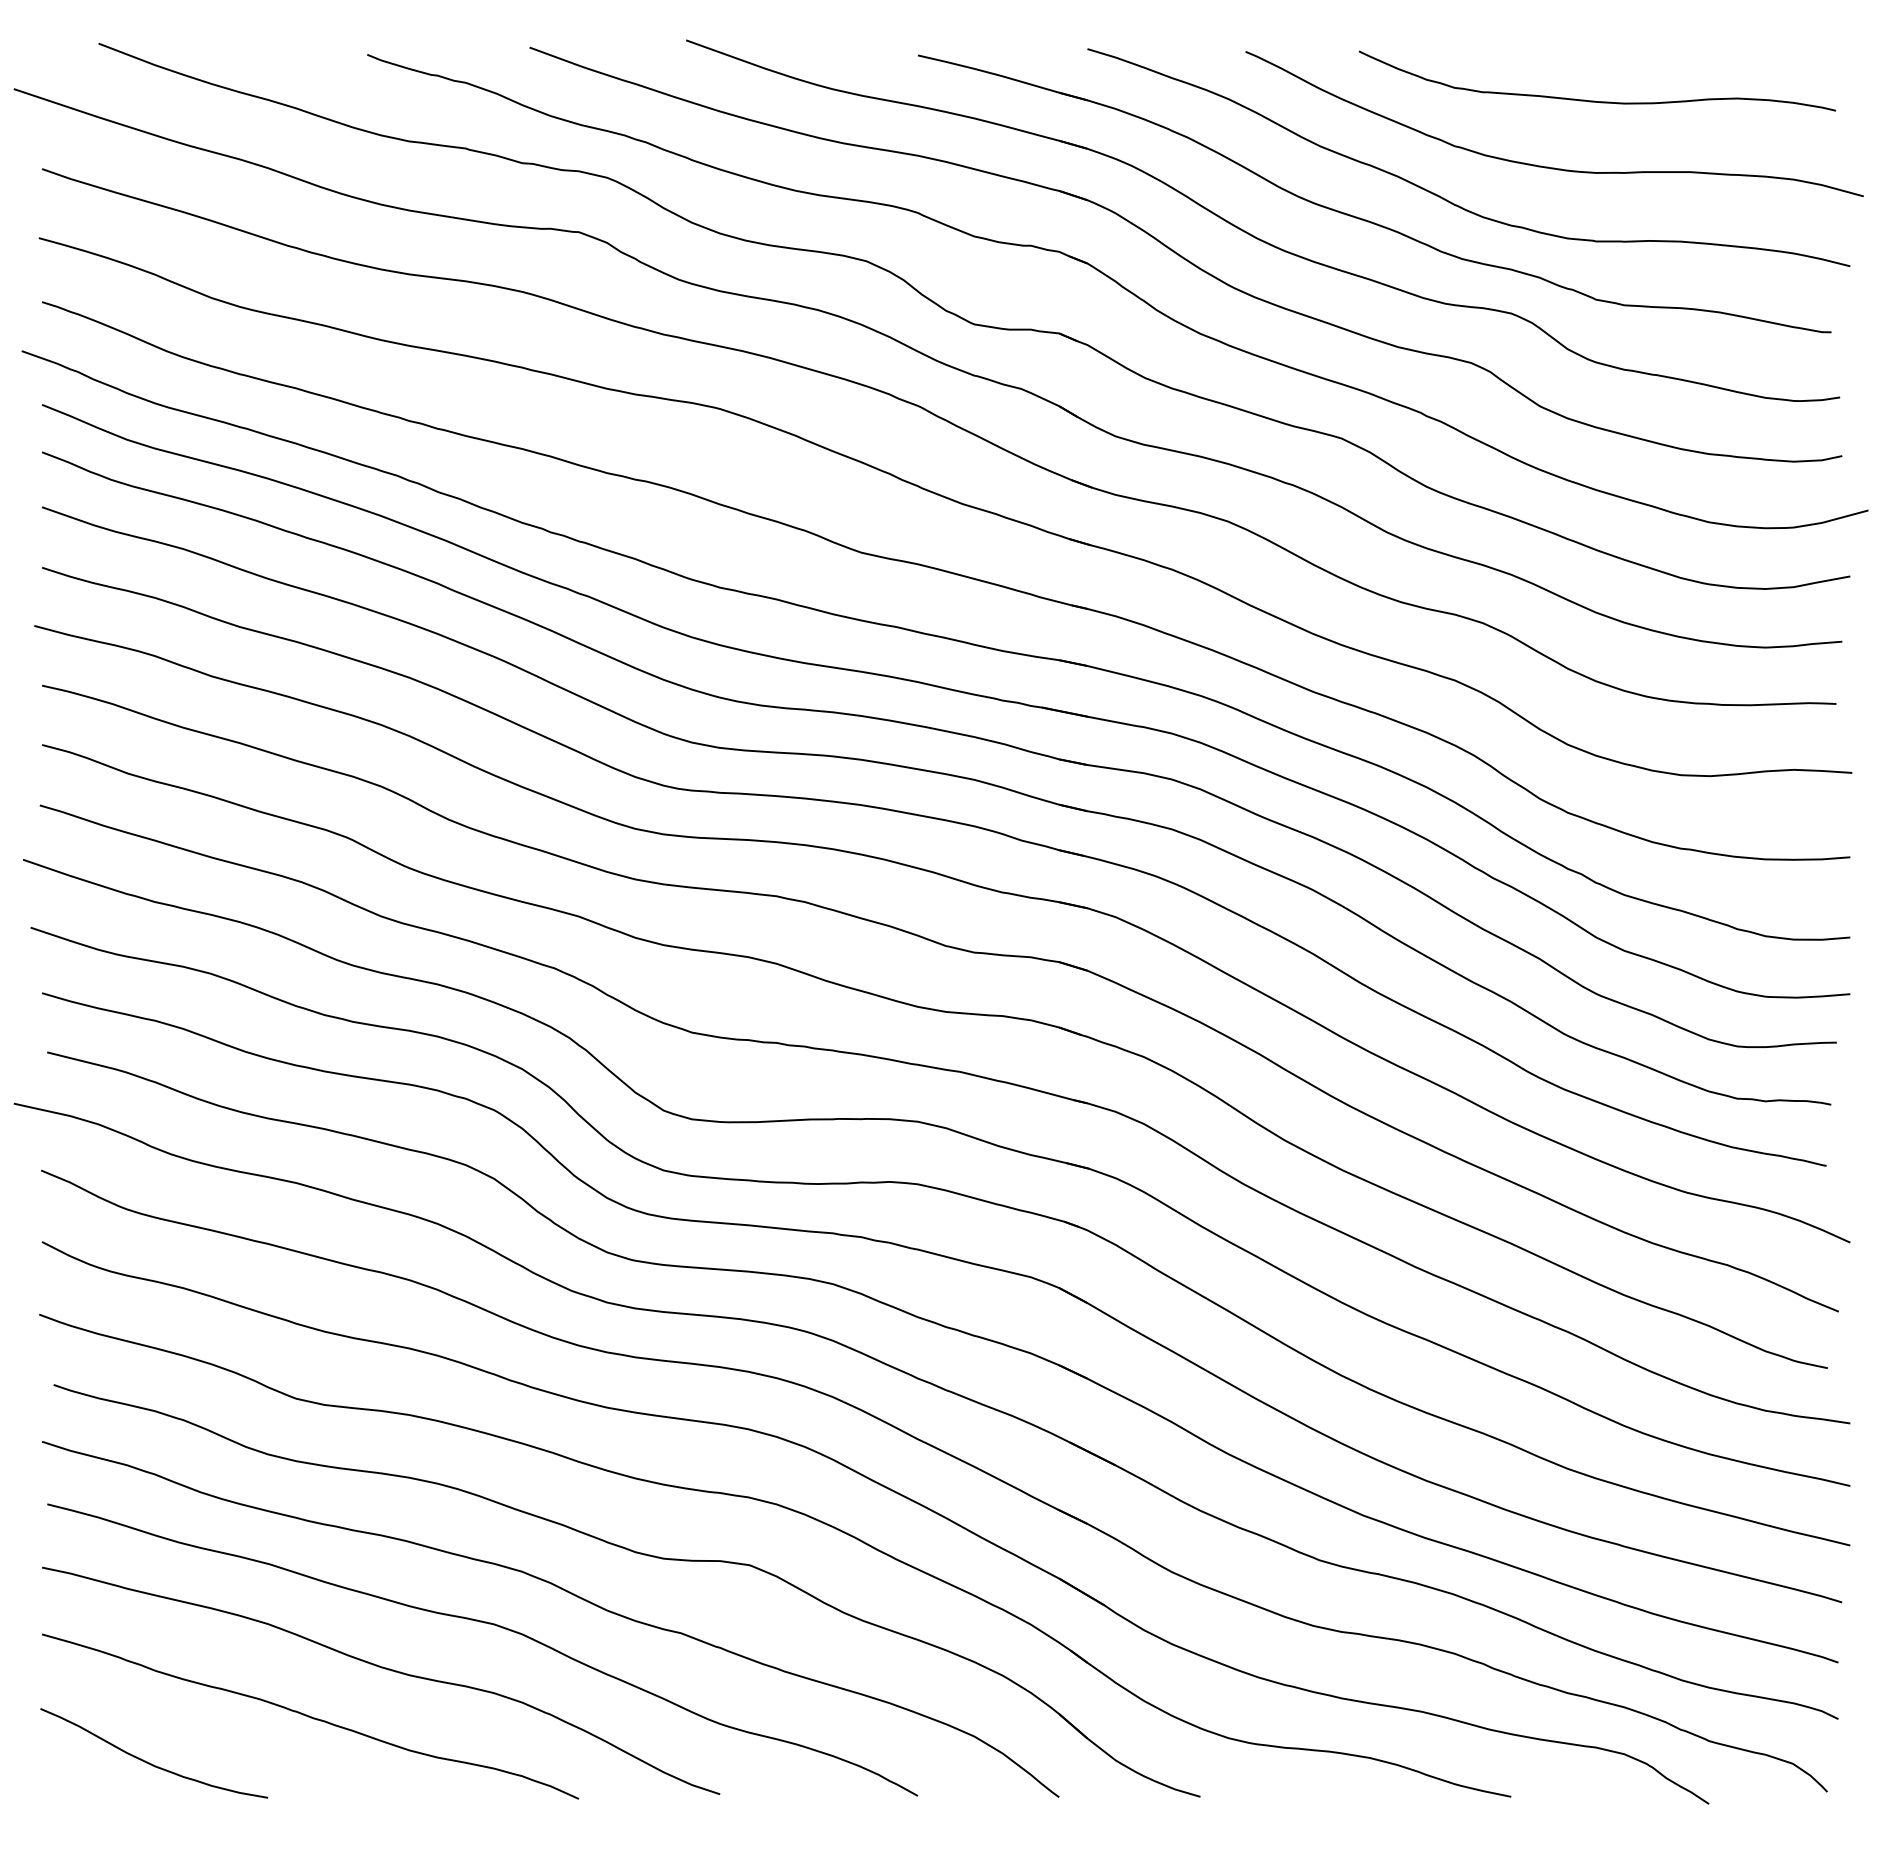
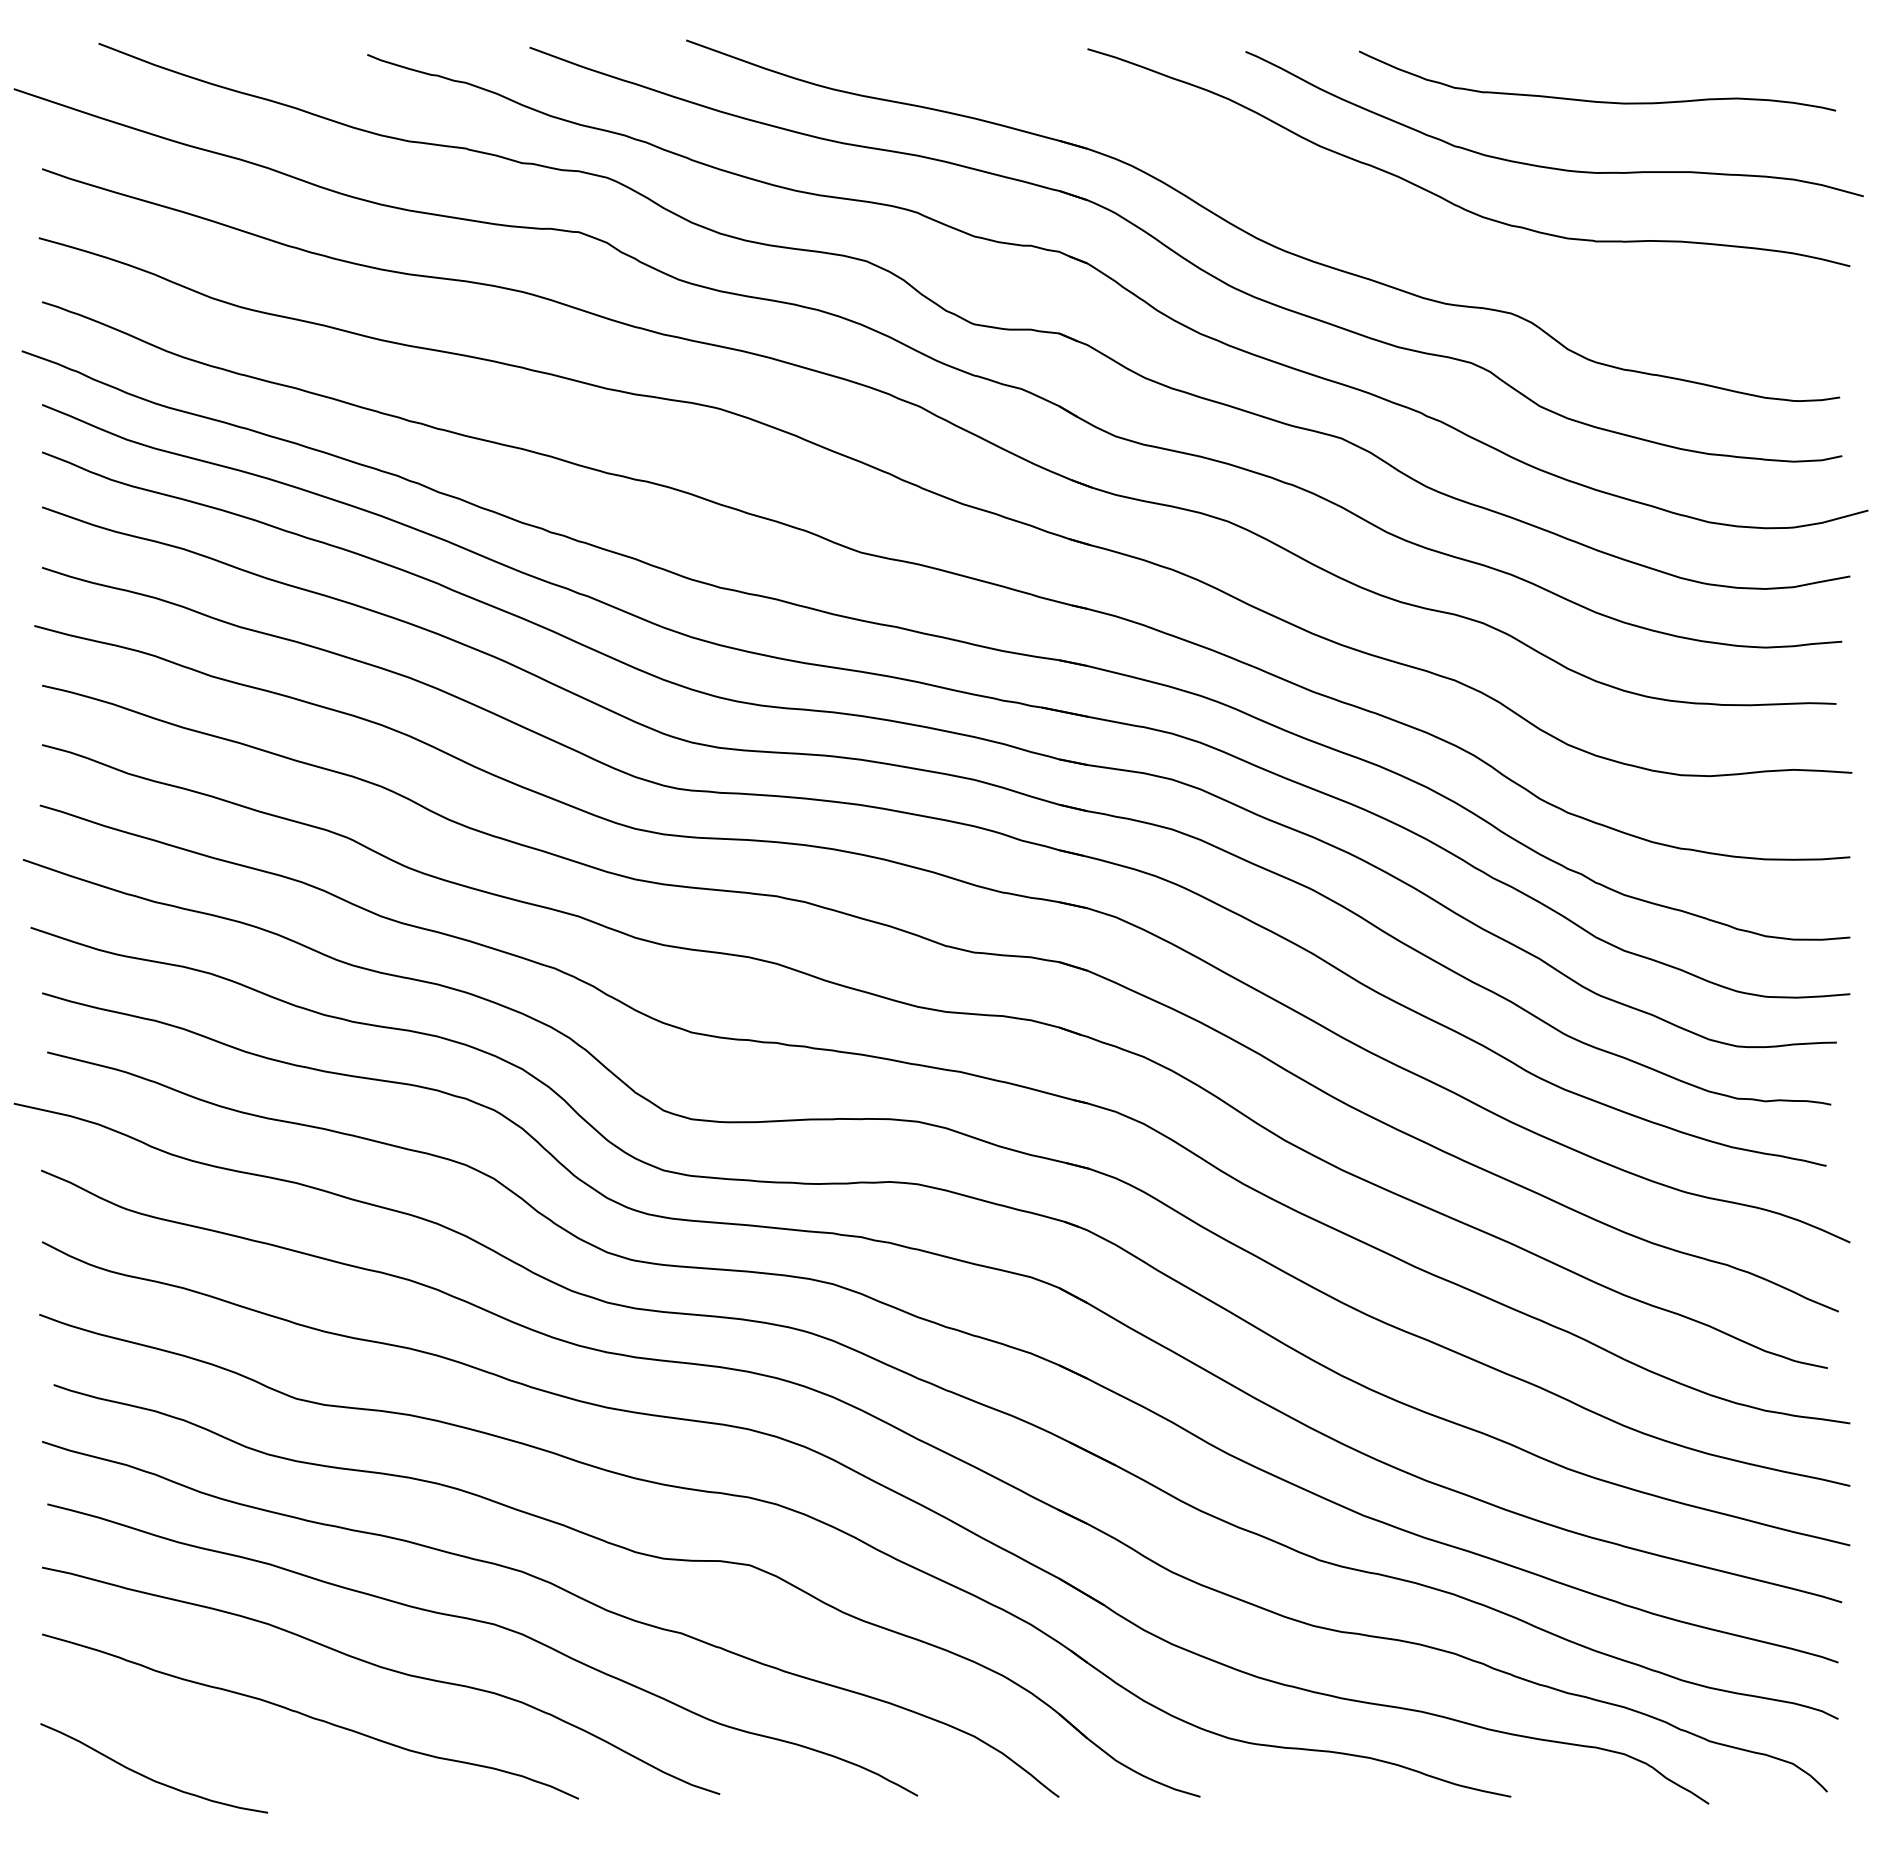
part at (1366, 219): present -> none
curve at (149, 1762) position: (149, 1762) -> (149, 1777)
